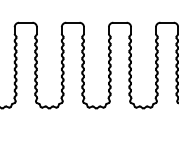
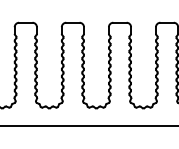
line at (88, 126): none -> present
